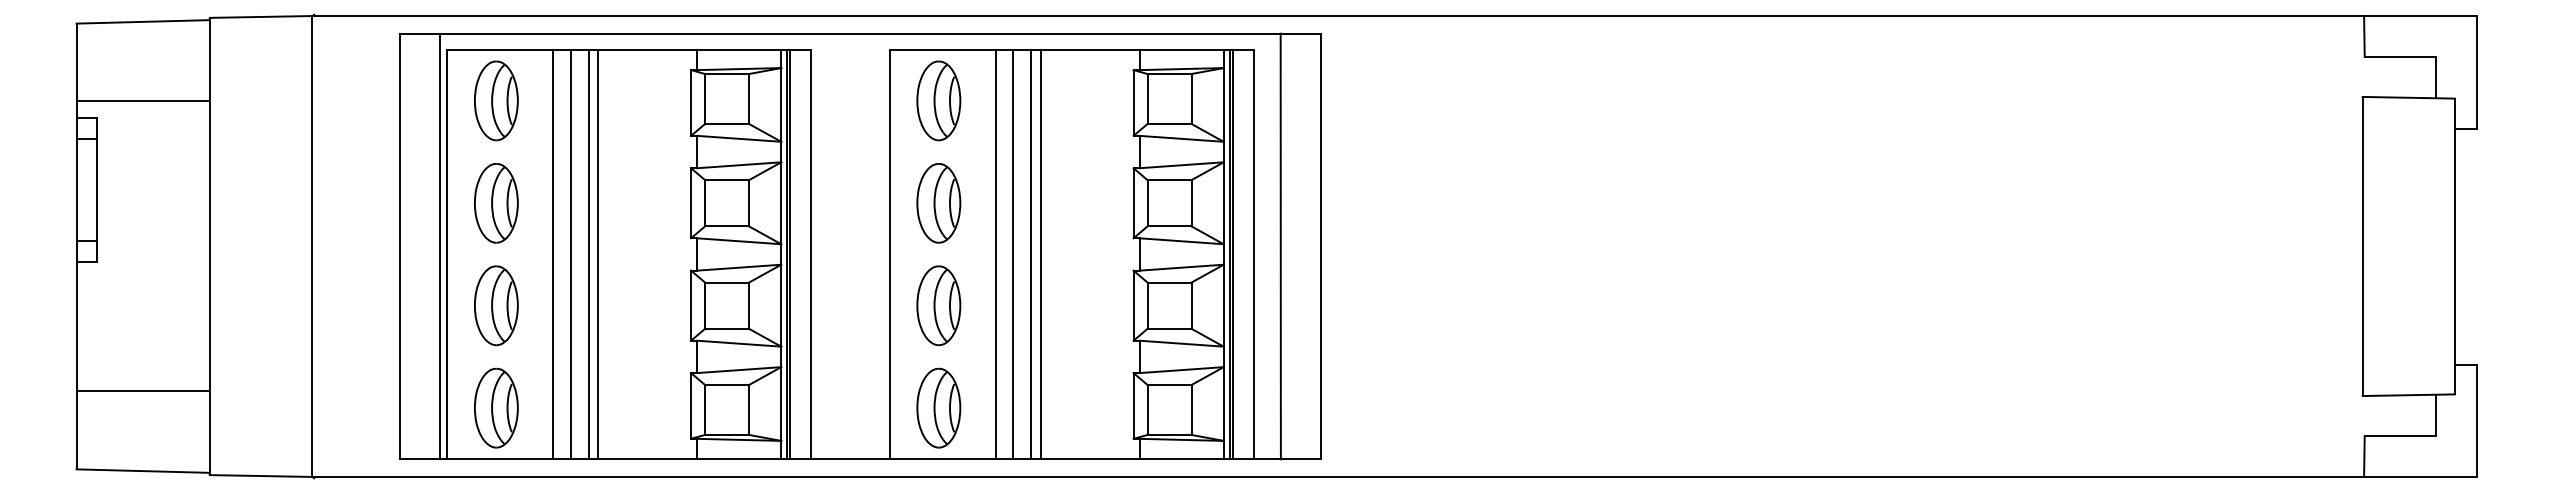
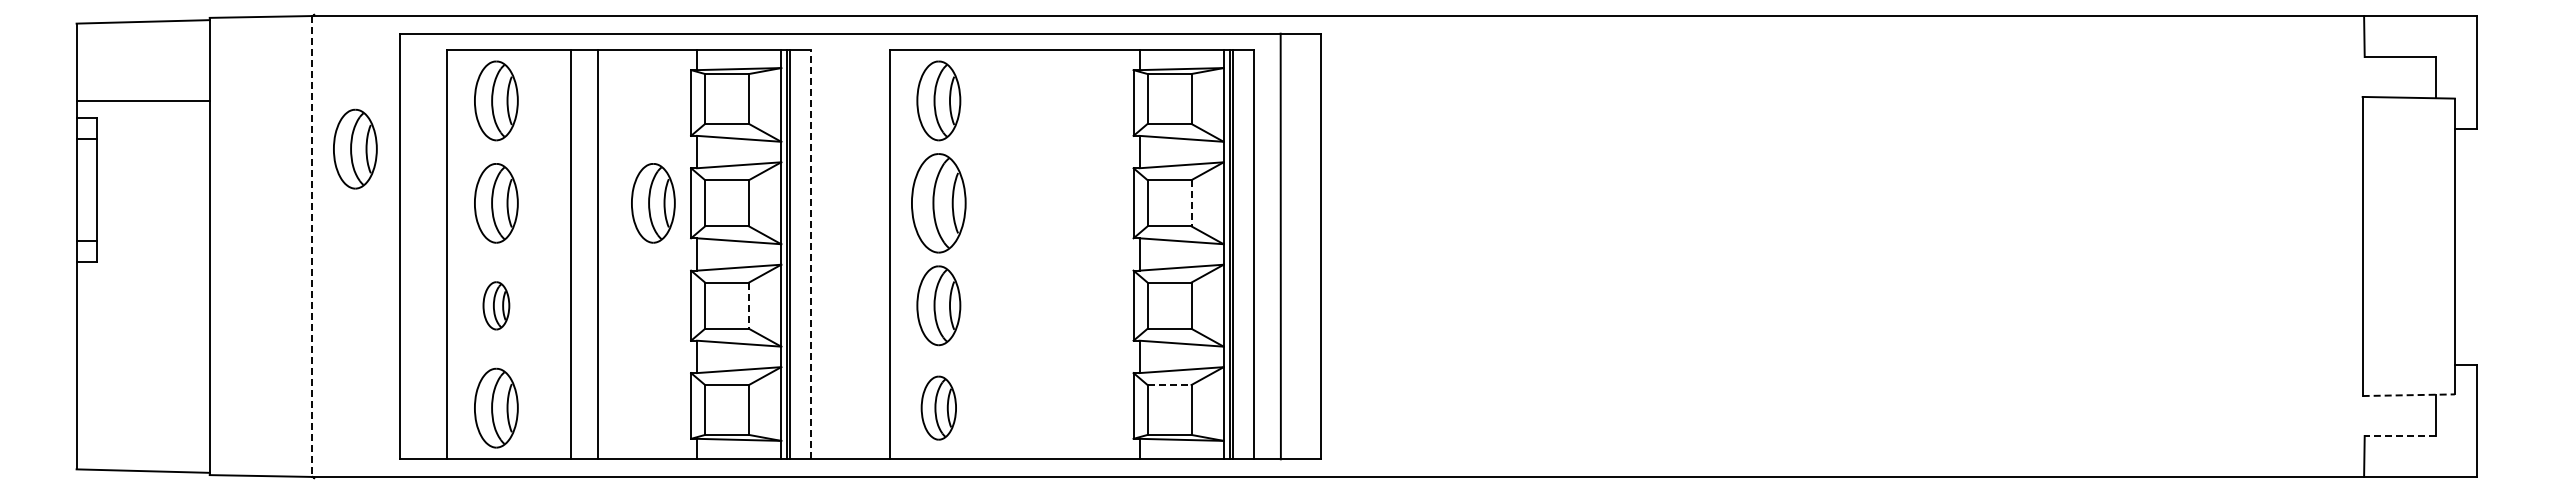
part at (355, 148): none -> present
part at (653, 203): none -> present
part at (938, 203) size: 46x81 px -> 56x101 px
line at (1191, 203): solid -> dashed
line at (312, 246): solid -> dashed
line at (440, 246): present -> none
line at (553, 254): present -> none
line at (588, 254): present -> none
line at (811, 254): solid -> dashed
line at (995, 254): present -> none
line at (1013, 254): present -> none
line at (1031, 254): present -> none
line at (1040, 254): present -> none
part at (496, 305) size: 45x82 px -> 29x50 px
line at (749, 306): solid -> dashed
line at (1170, 384): solid -> dashed
line at (142, 390): present -> none
line at (2409, 395): solid -> dashed
part at (938, 407) size: 46x82 px -> 37x66 px
line at (2400, 435): solid -> dashed
